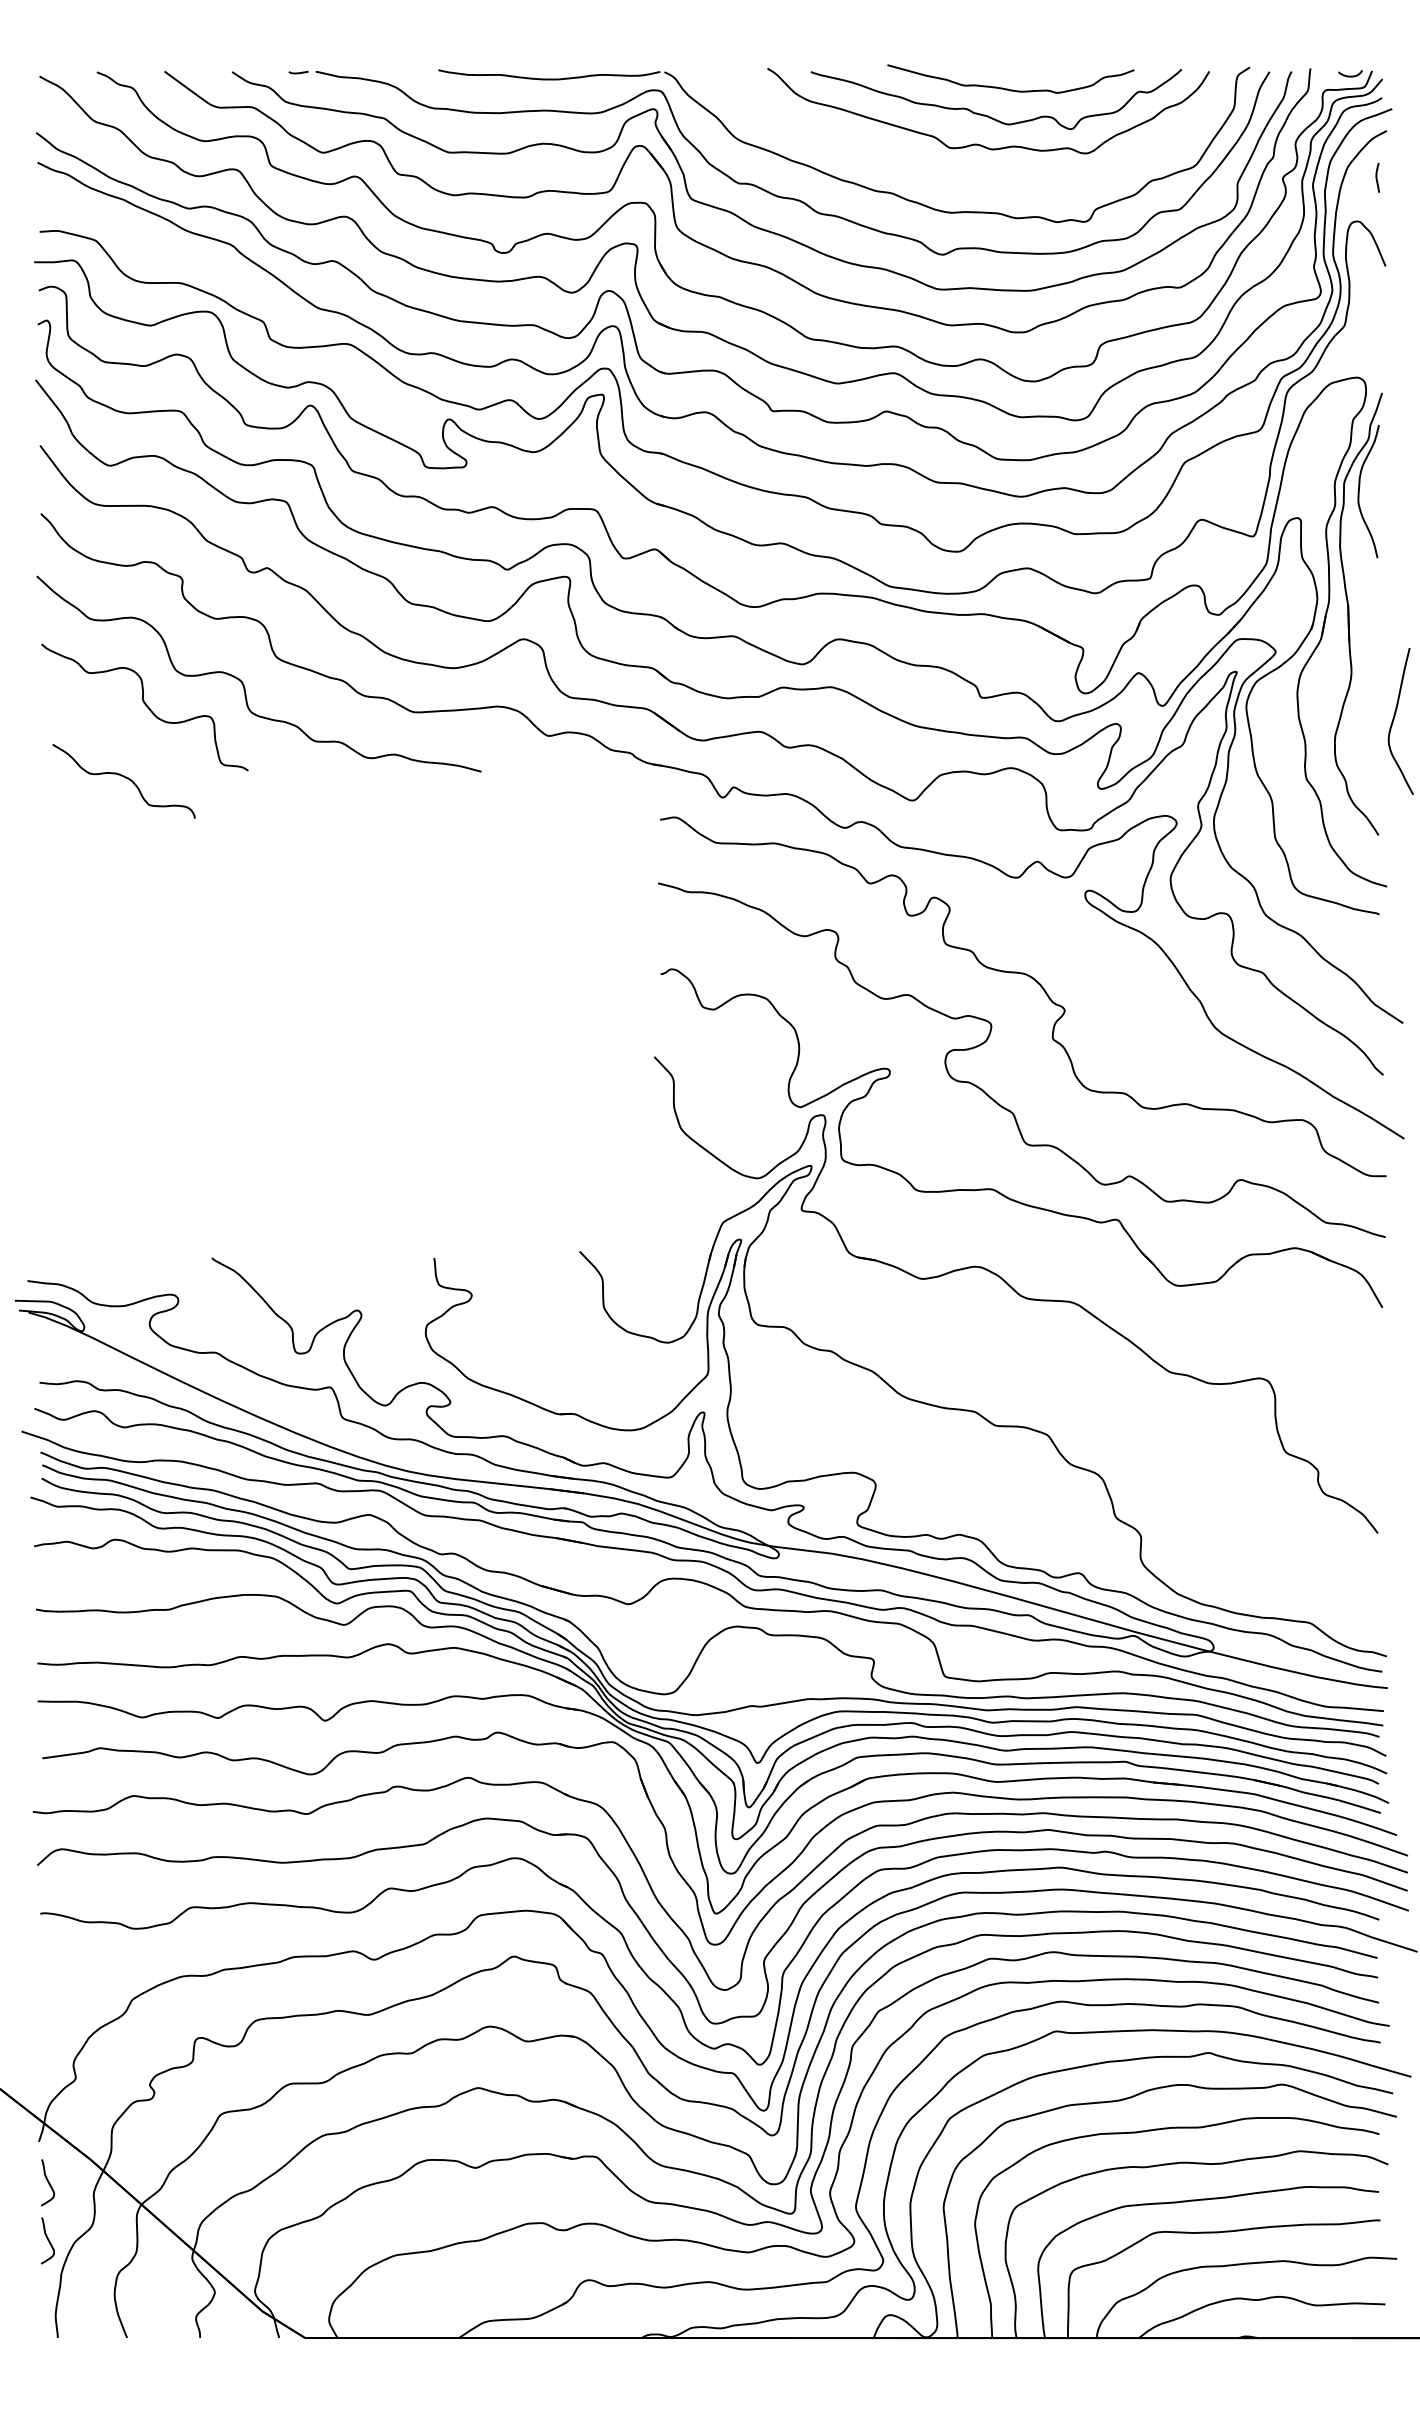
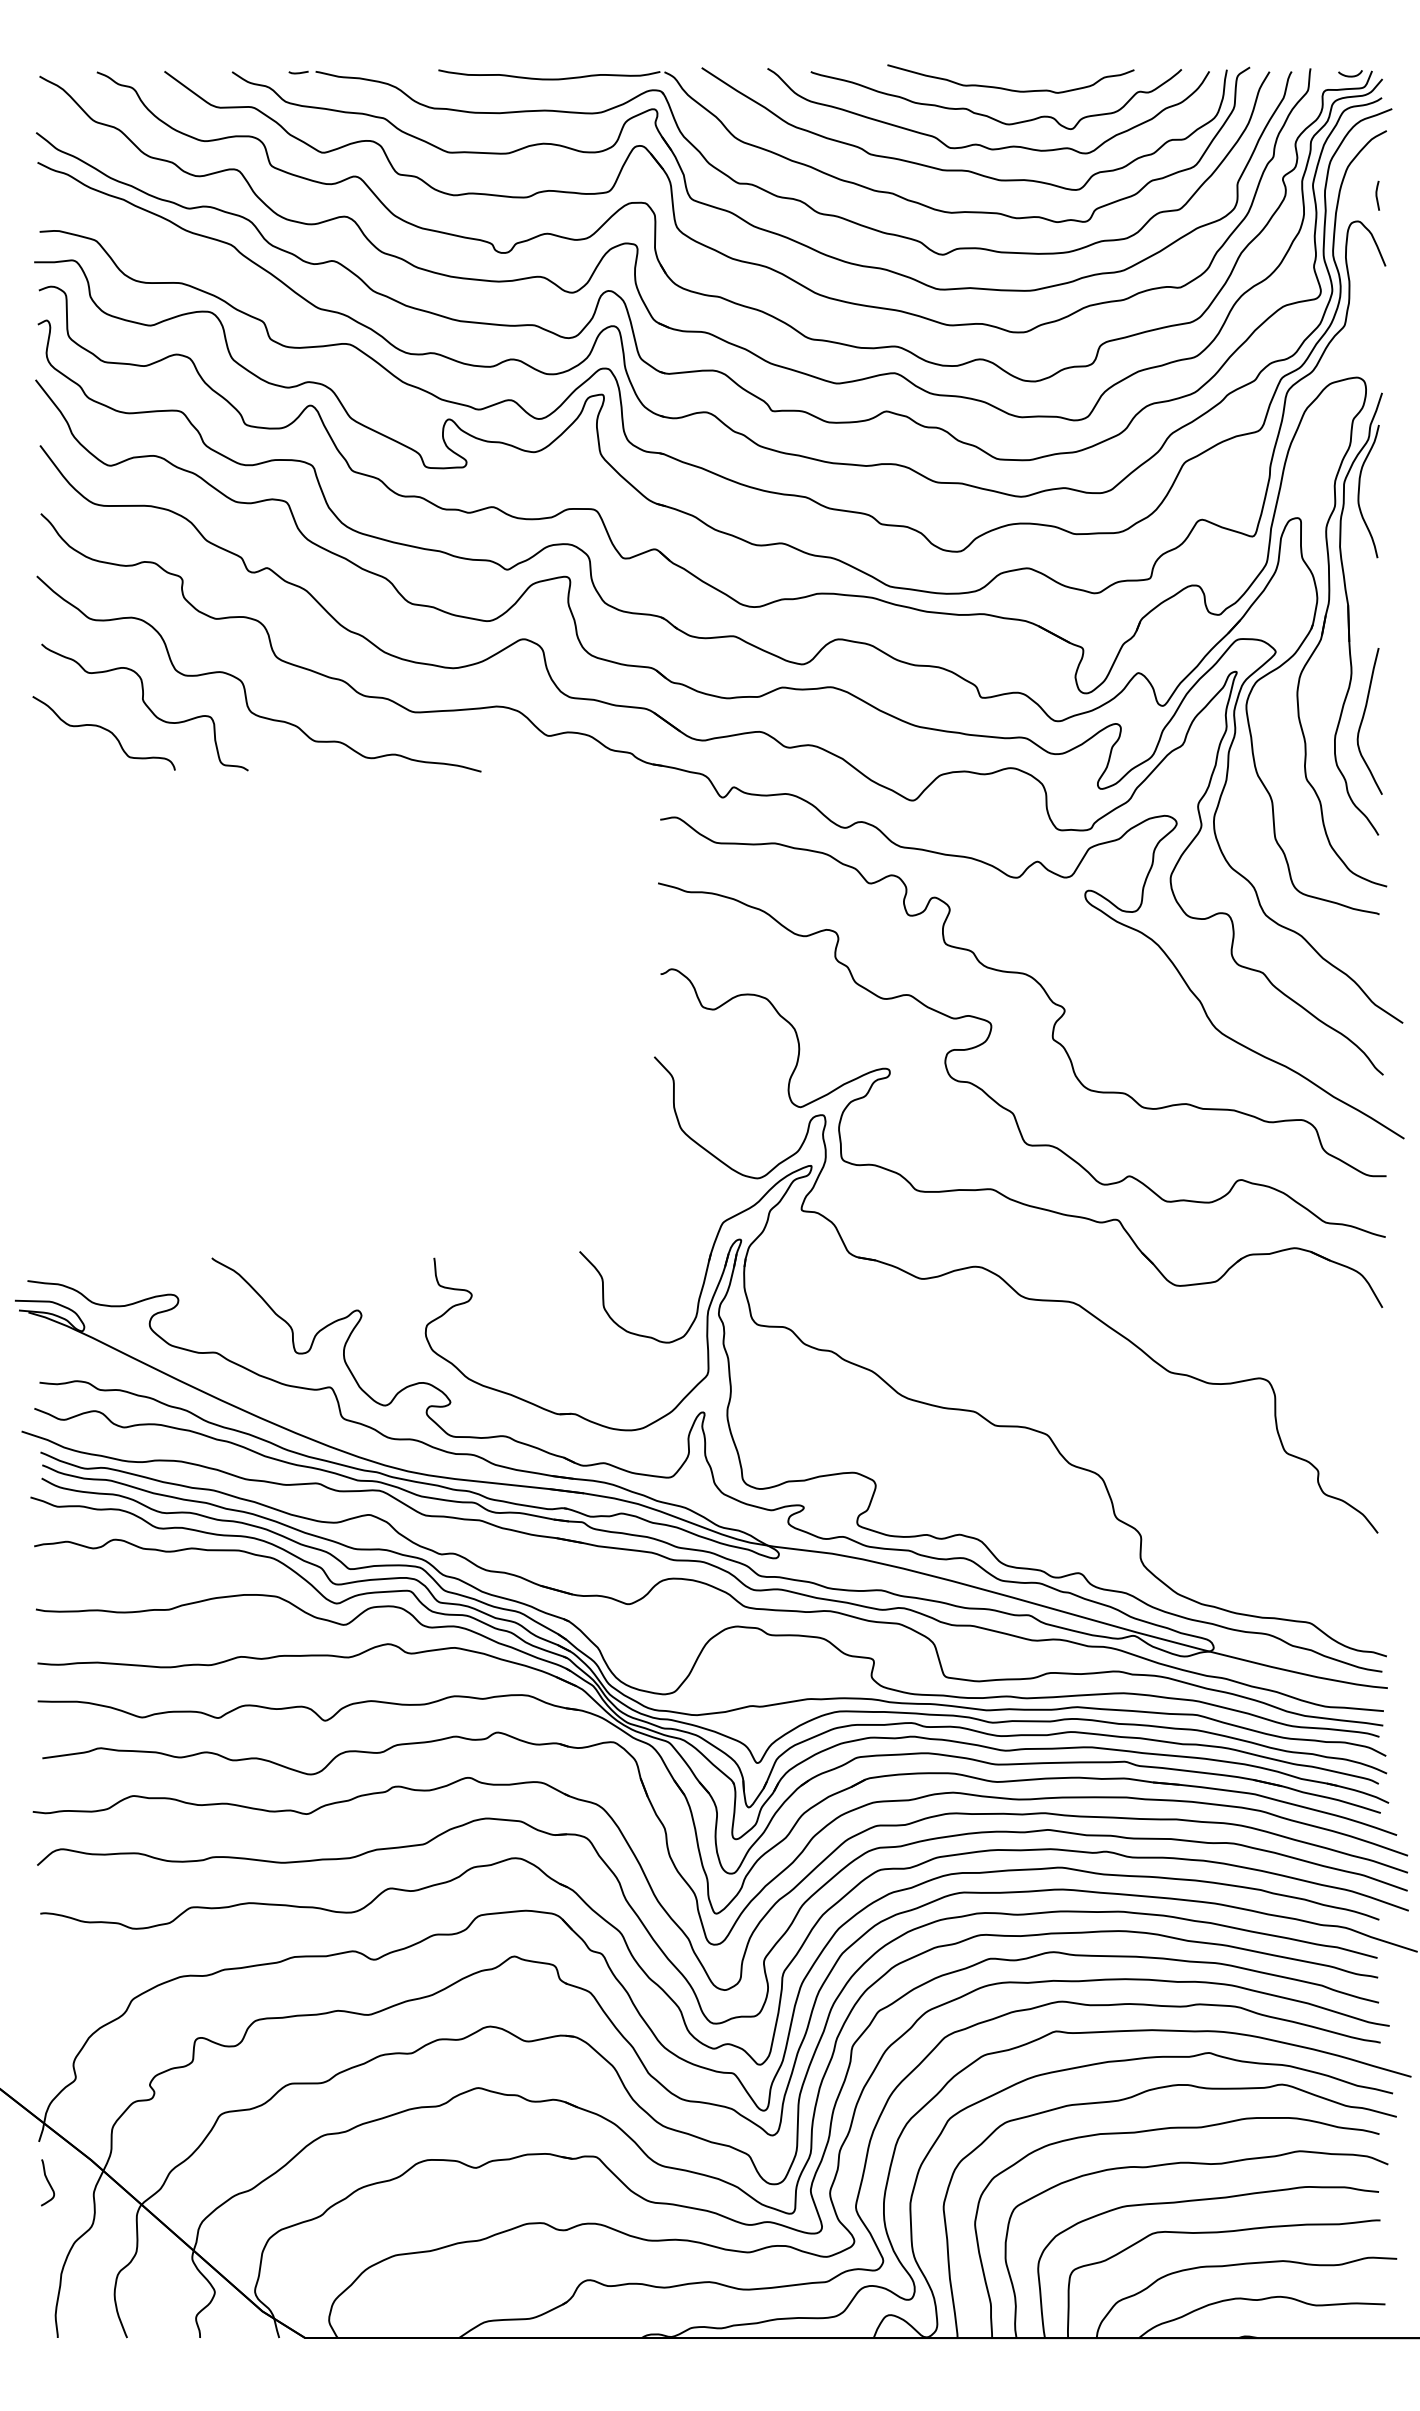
curve at (964, 169): none -> present
line at (1377, 177) position: (1377, 177) -> (1377, 195)
curve at (1394, 719) position: (1394, 719) -> (1363, 719)
curve at (125, 778) position: (125, 778) -> (105, 730)
curve at (47, 2240): present -> none
